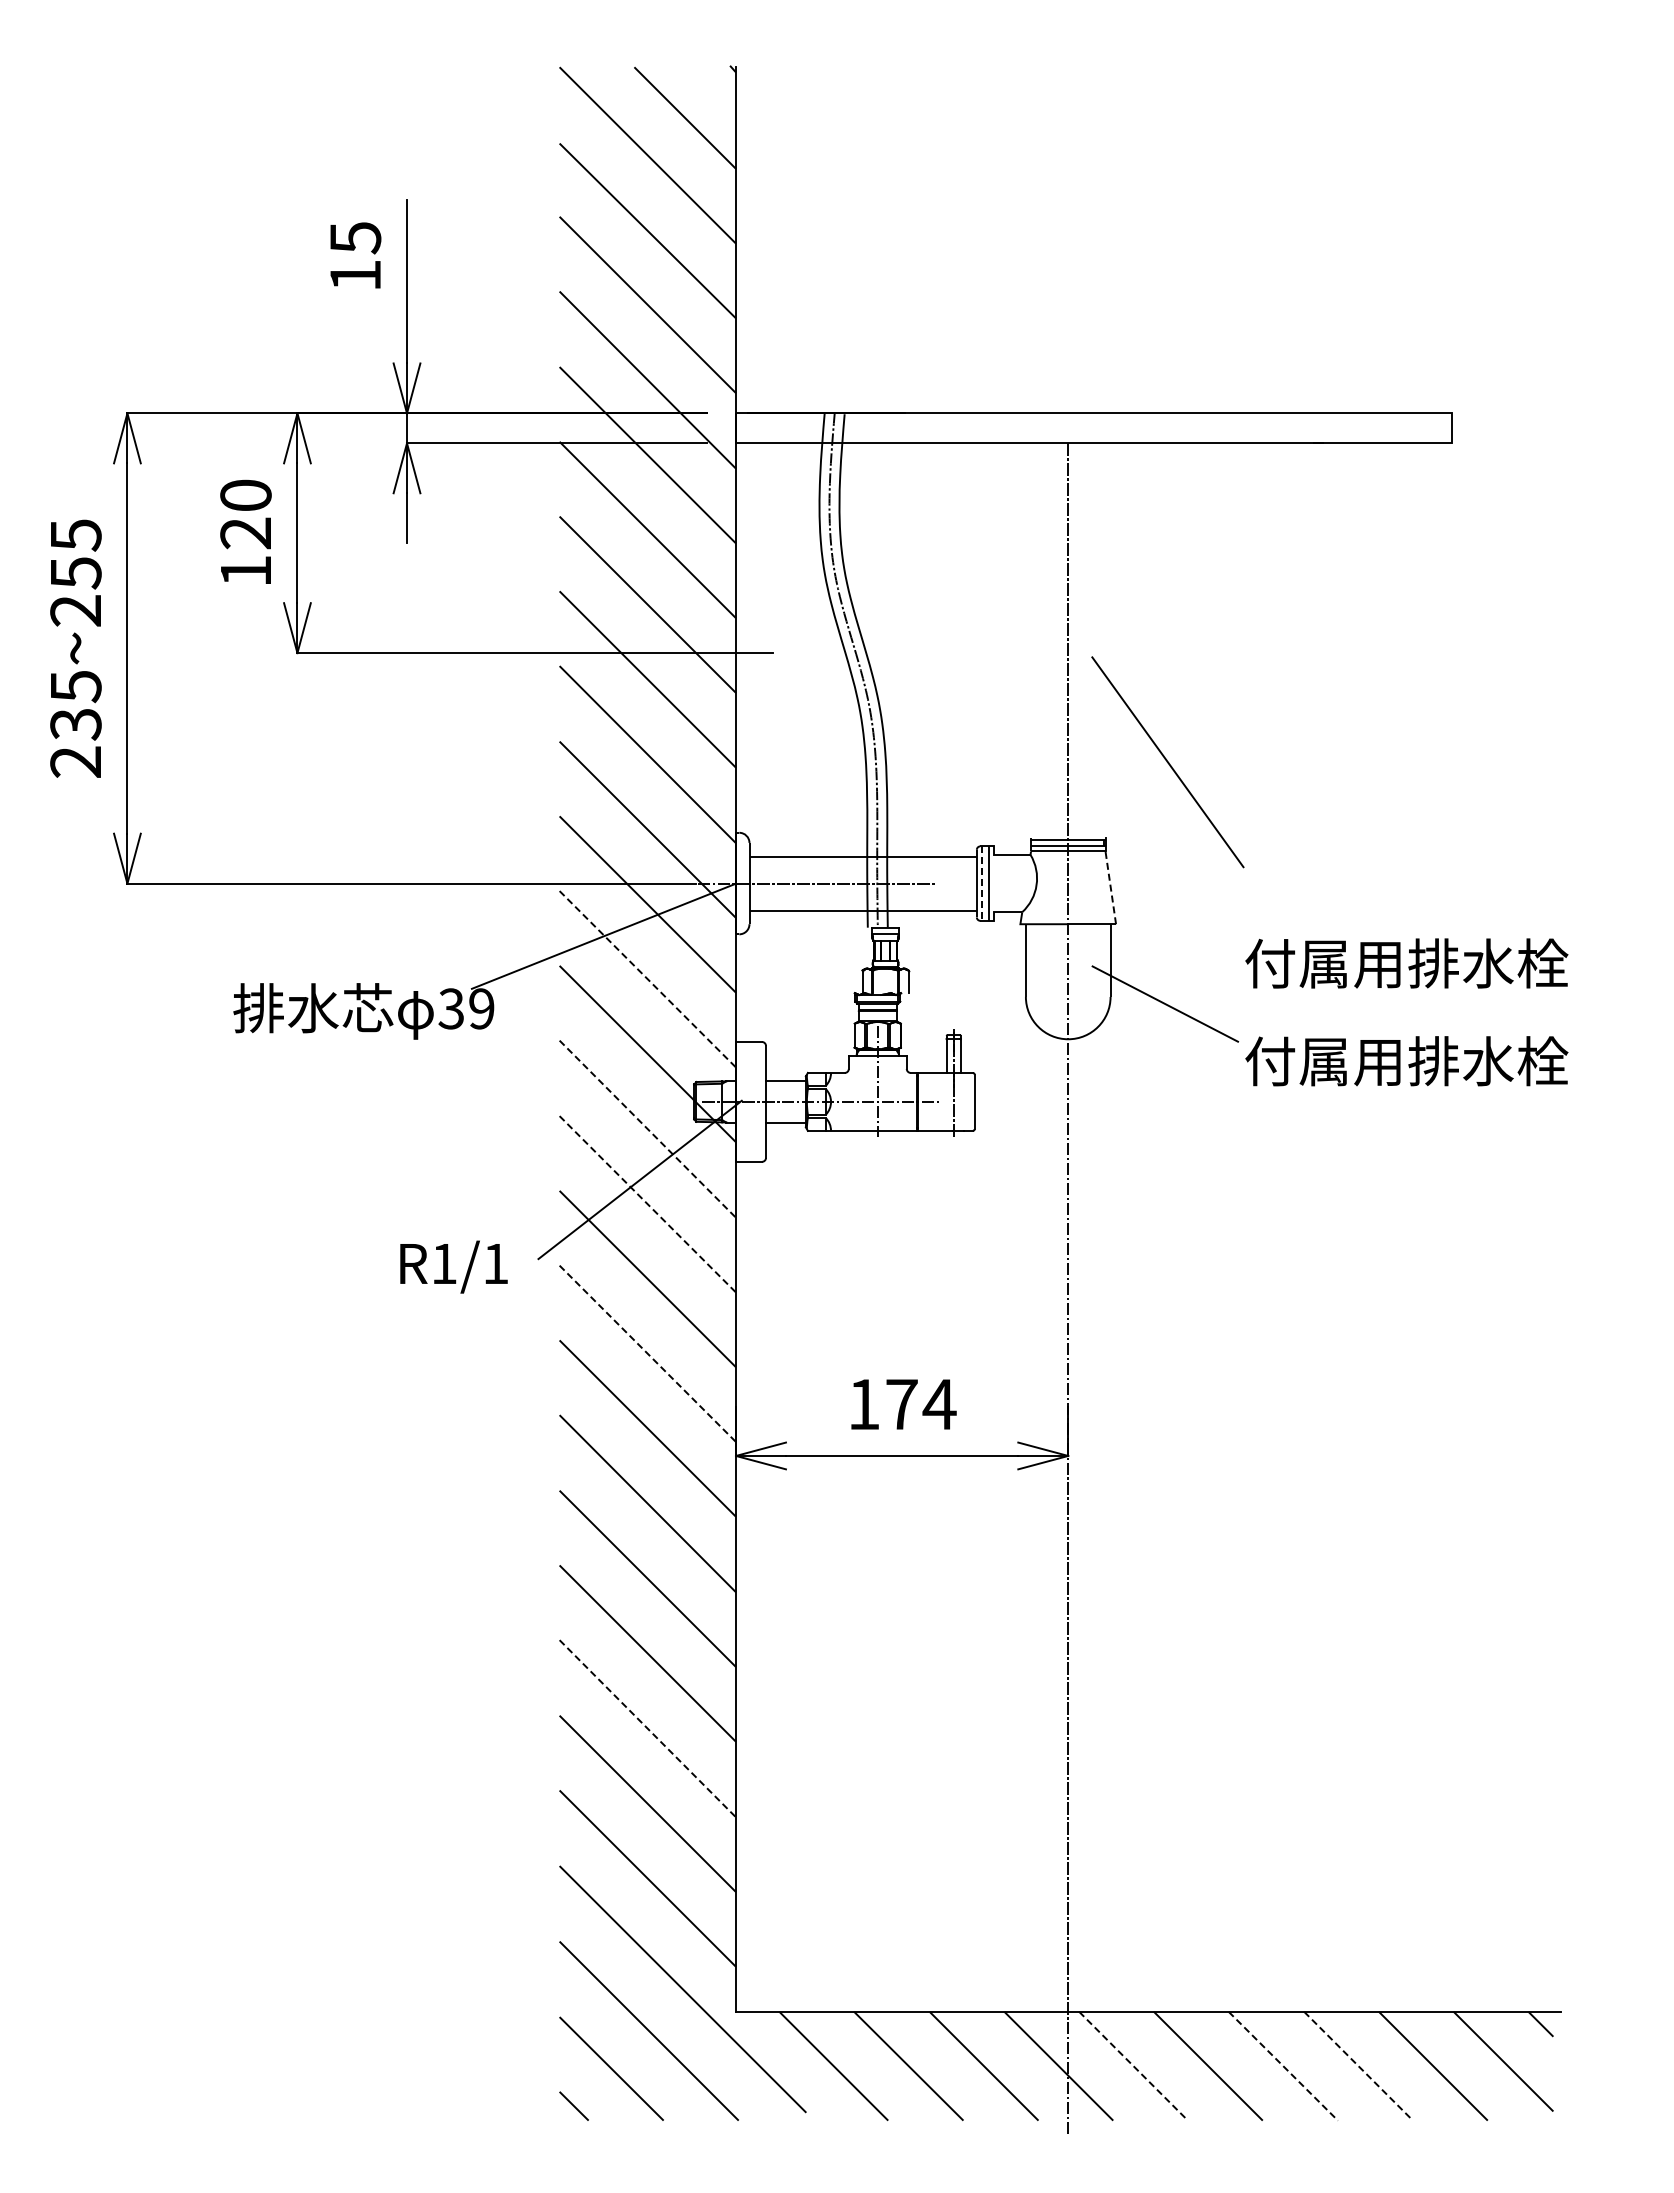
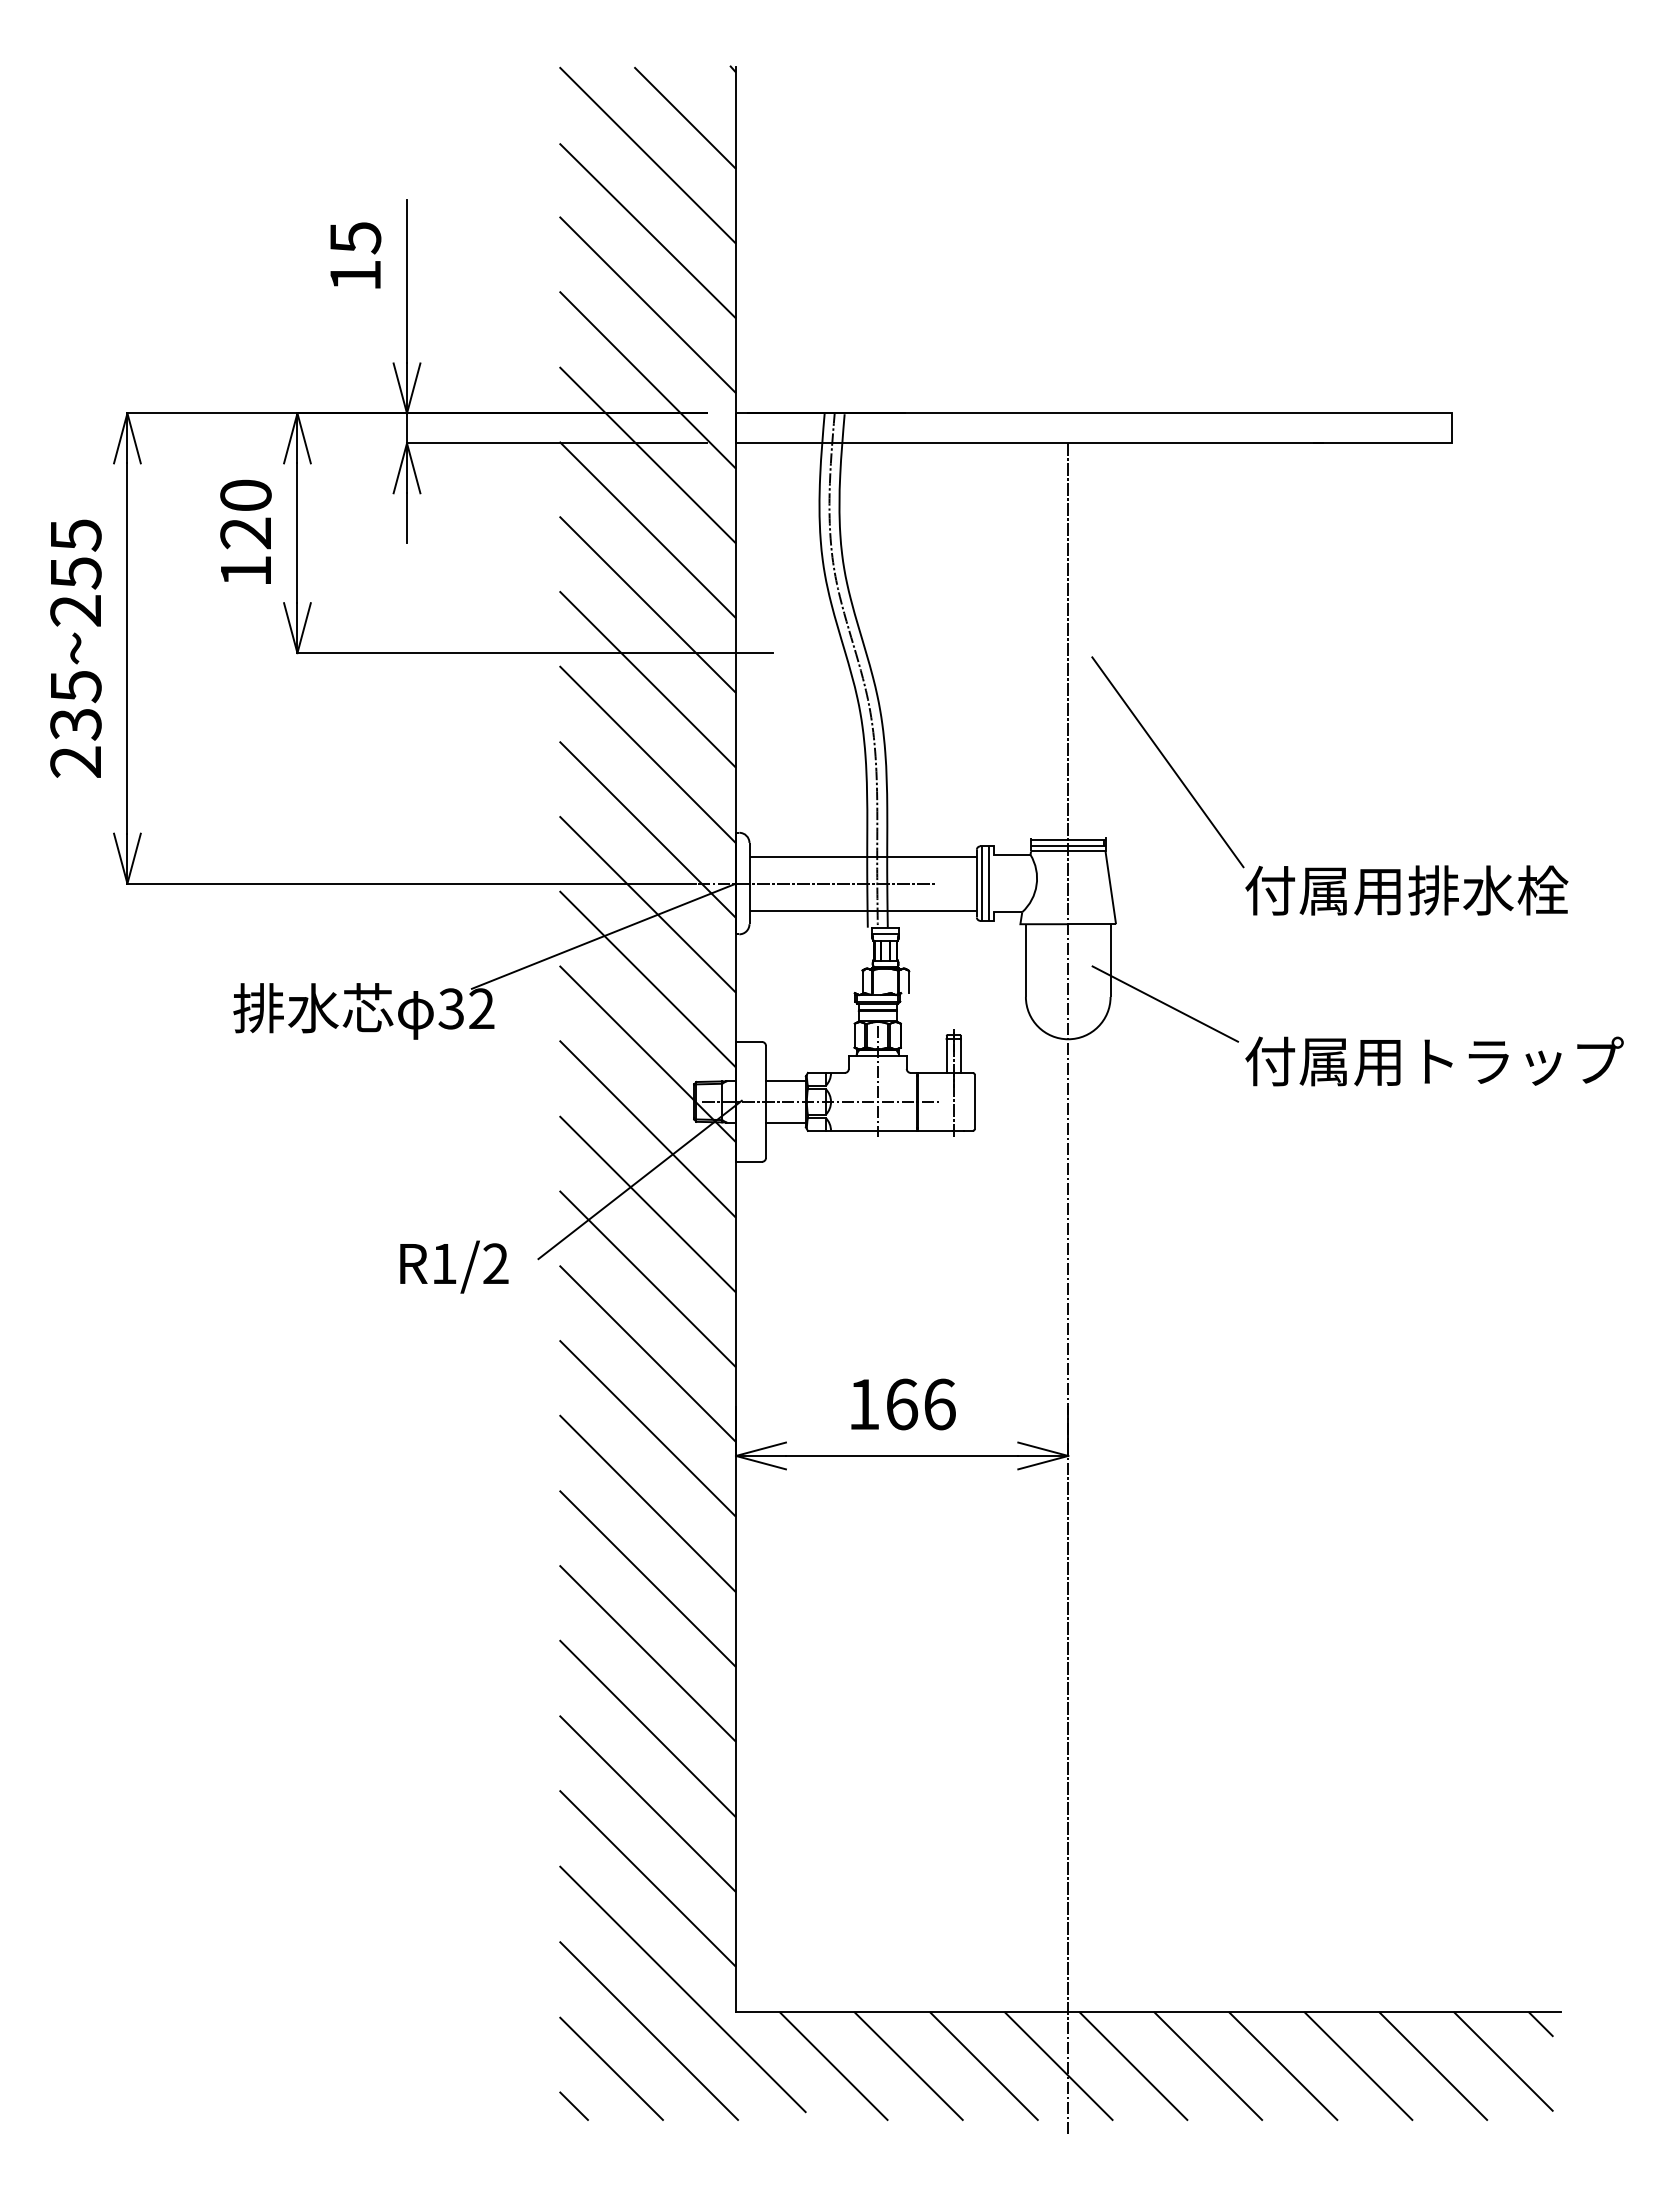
line at (981, 884): dashed -> solid
line at (1110, 887): dashed -> solid
text at (1406, 963) position: (1406, 963) -> (1406, 890)
line at (647, 979): dashed -> solid
text at (481, 1008): 39 -> 32
text at (1515, 1061): 付属用排水栓 -> 付属用トラップ
line at (648, 1129): dashed -> solid
line at (647, 1204): dashed -> solid
text at (495, 1263): R1/1 -> R1/2
line at (647, 1353): dashed -> solid
text at (921, 1404): 174 -> 166
line at (648, 1729): dashed -> solid
line at (1133, 2066): dashed -> solid
line at (1283, 2066): dashed -> solid
line at (1358, 2066): dashed -> solid
